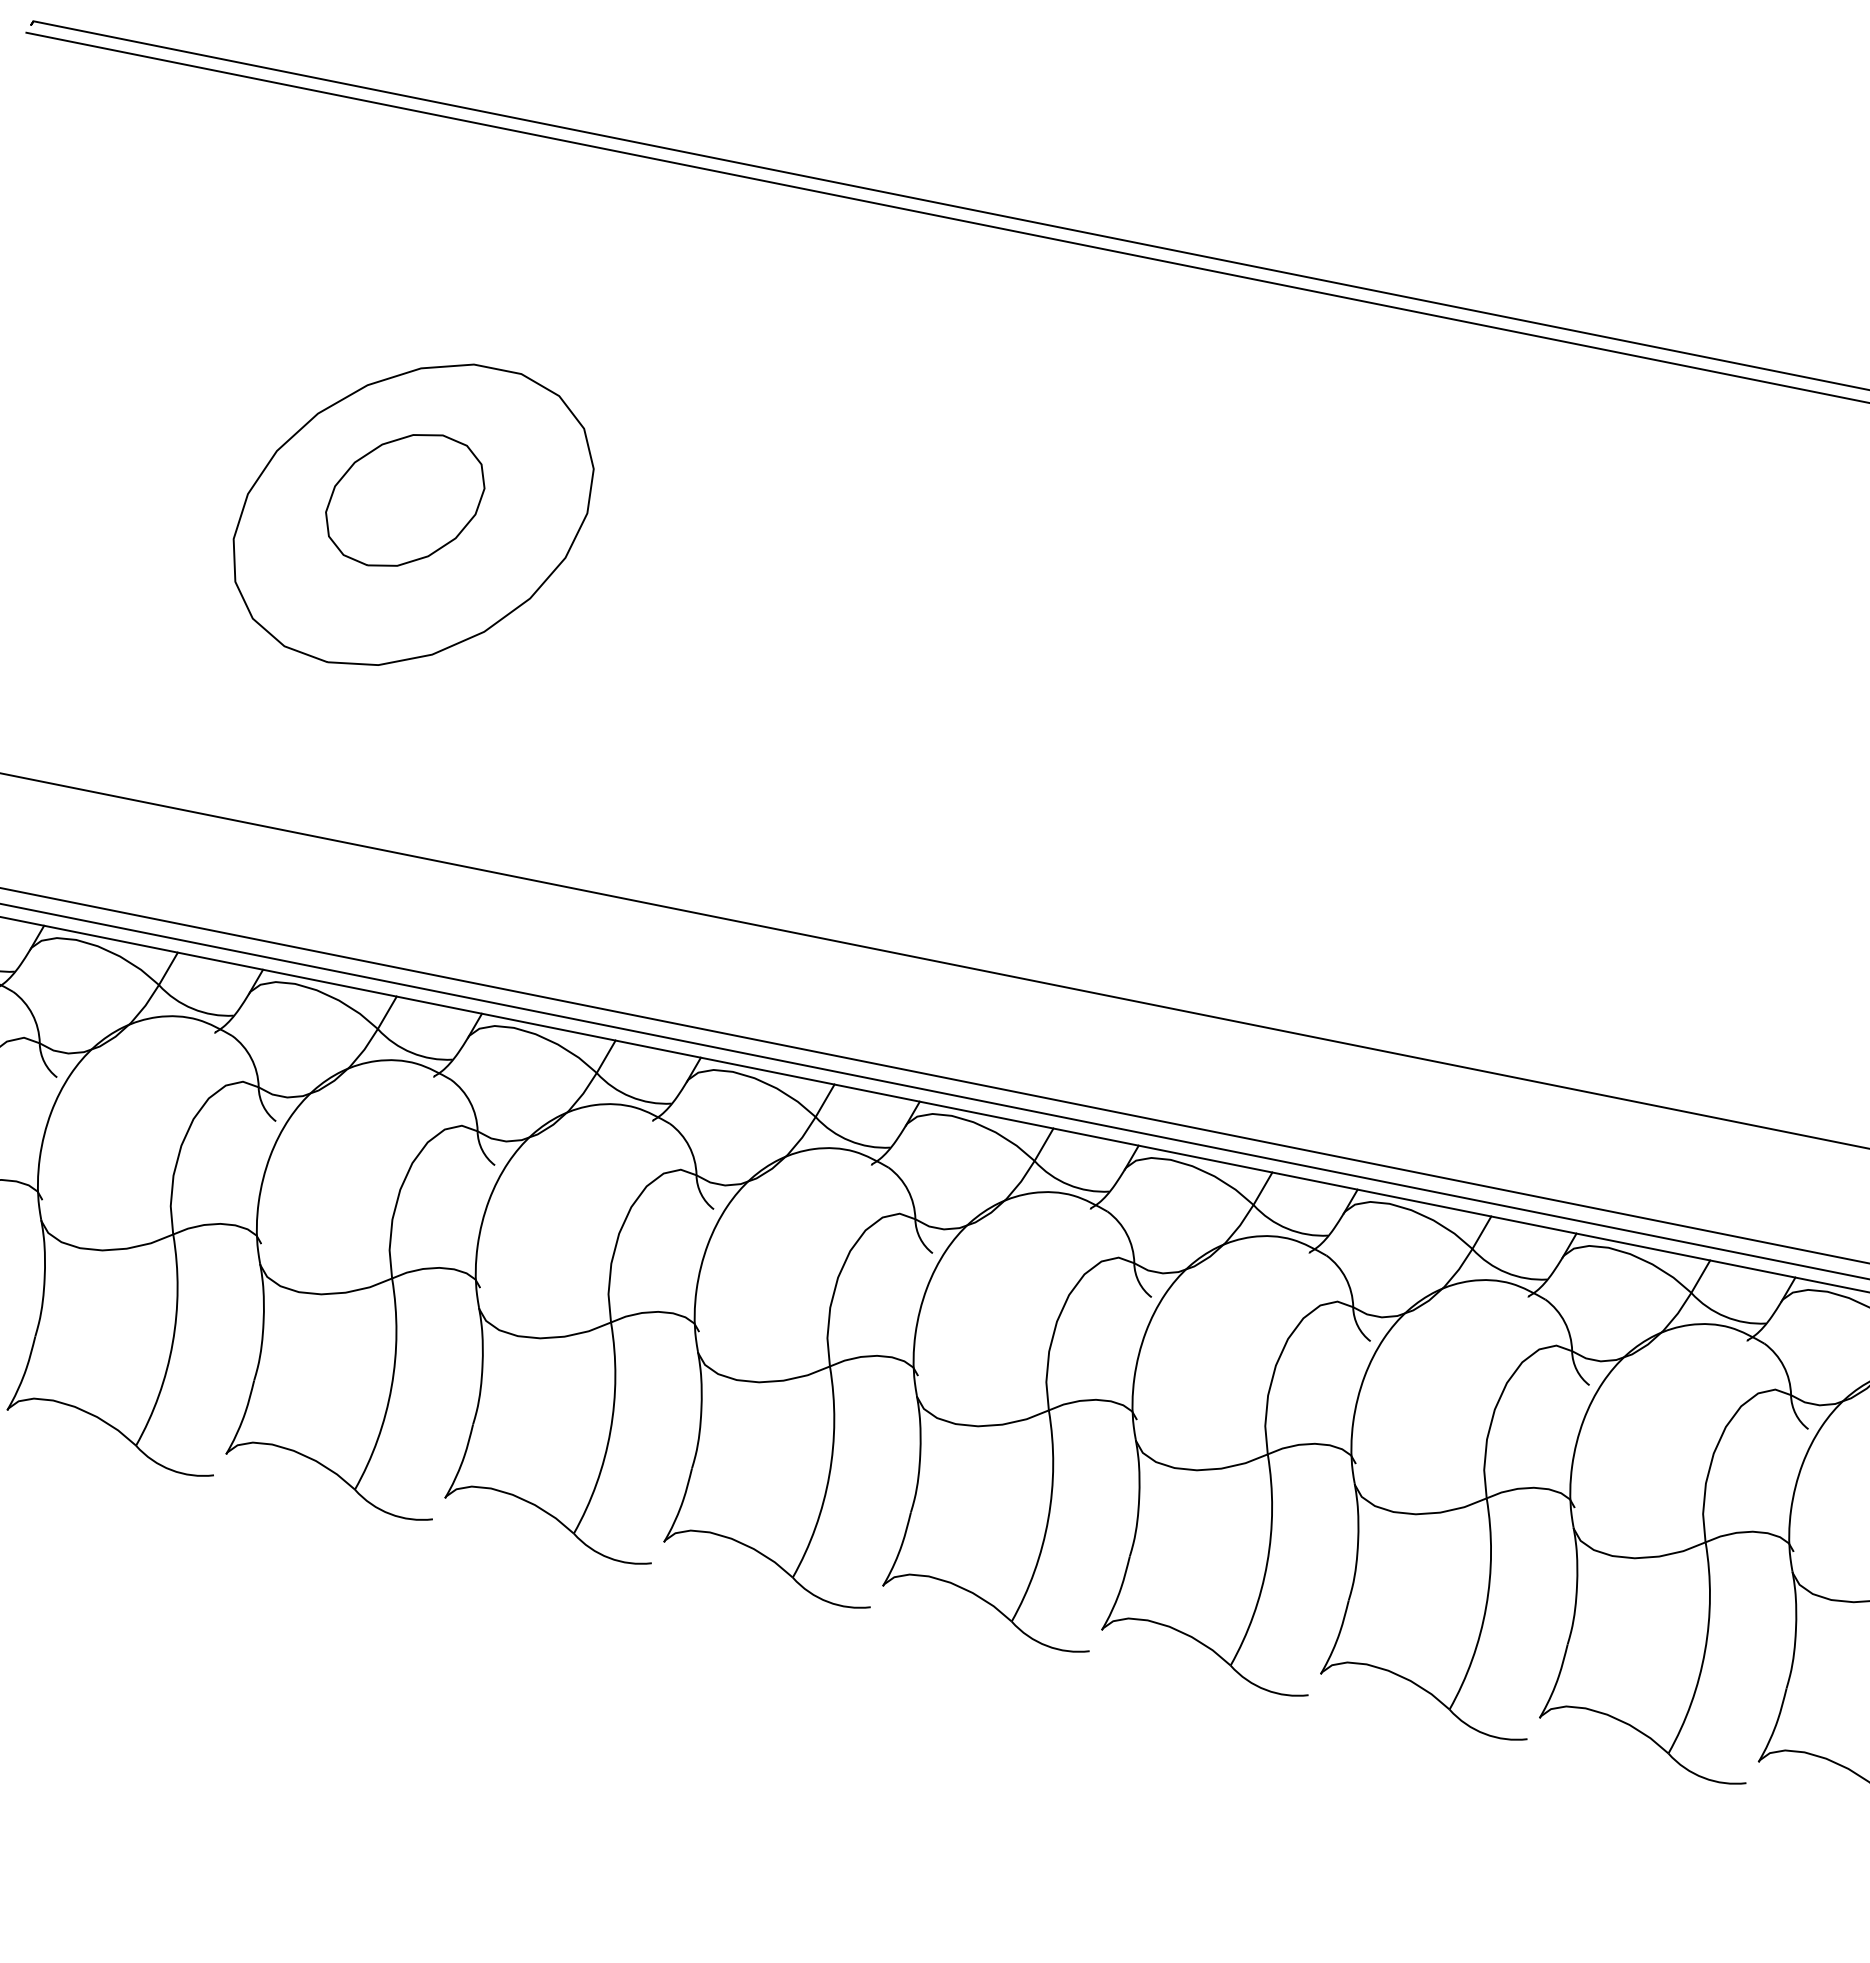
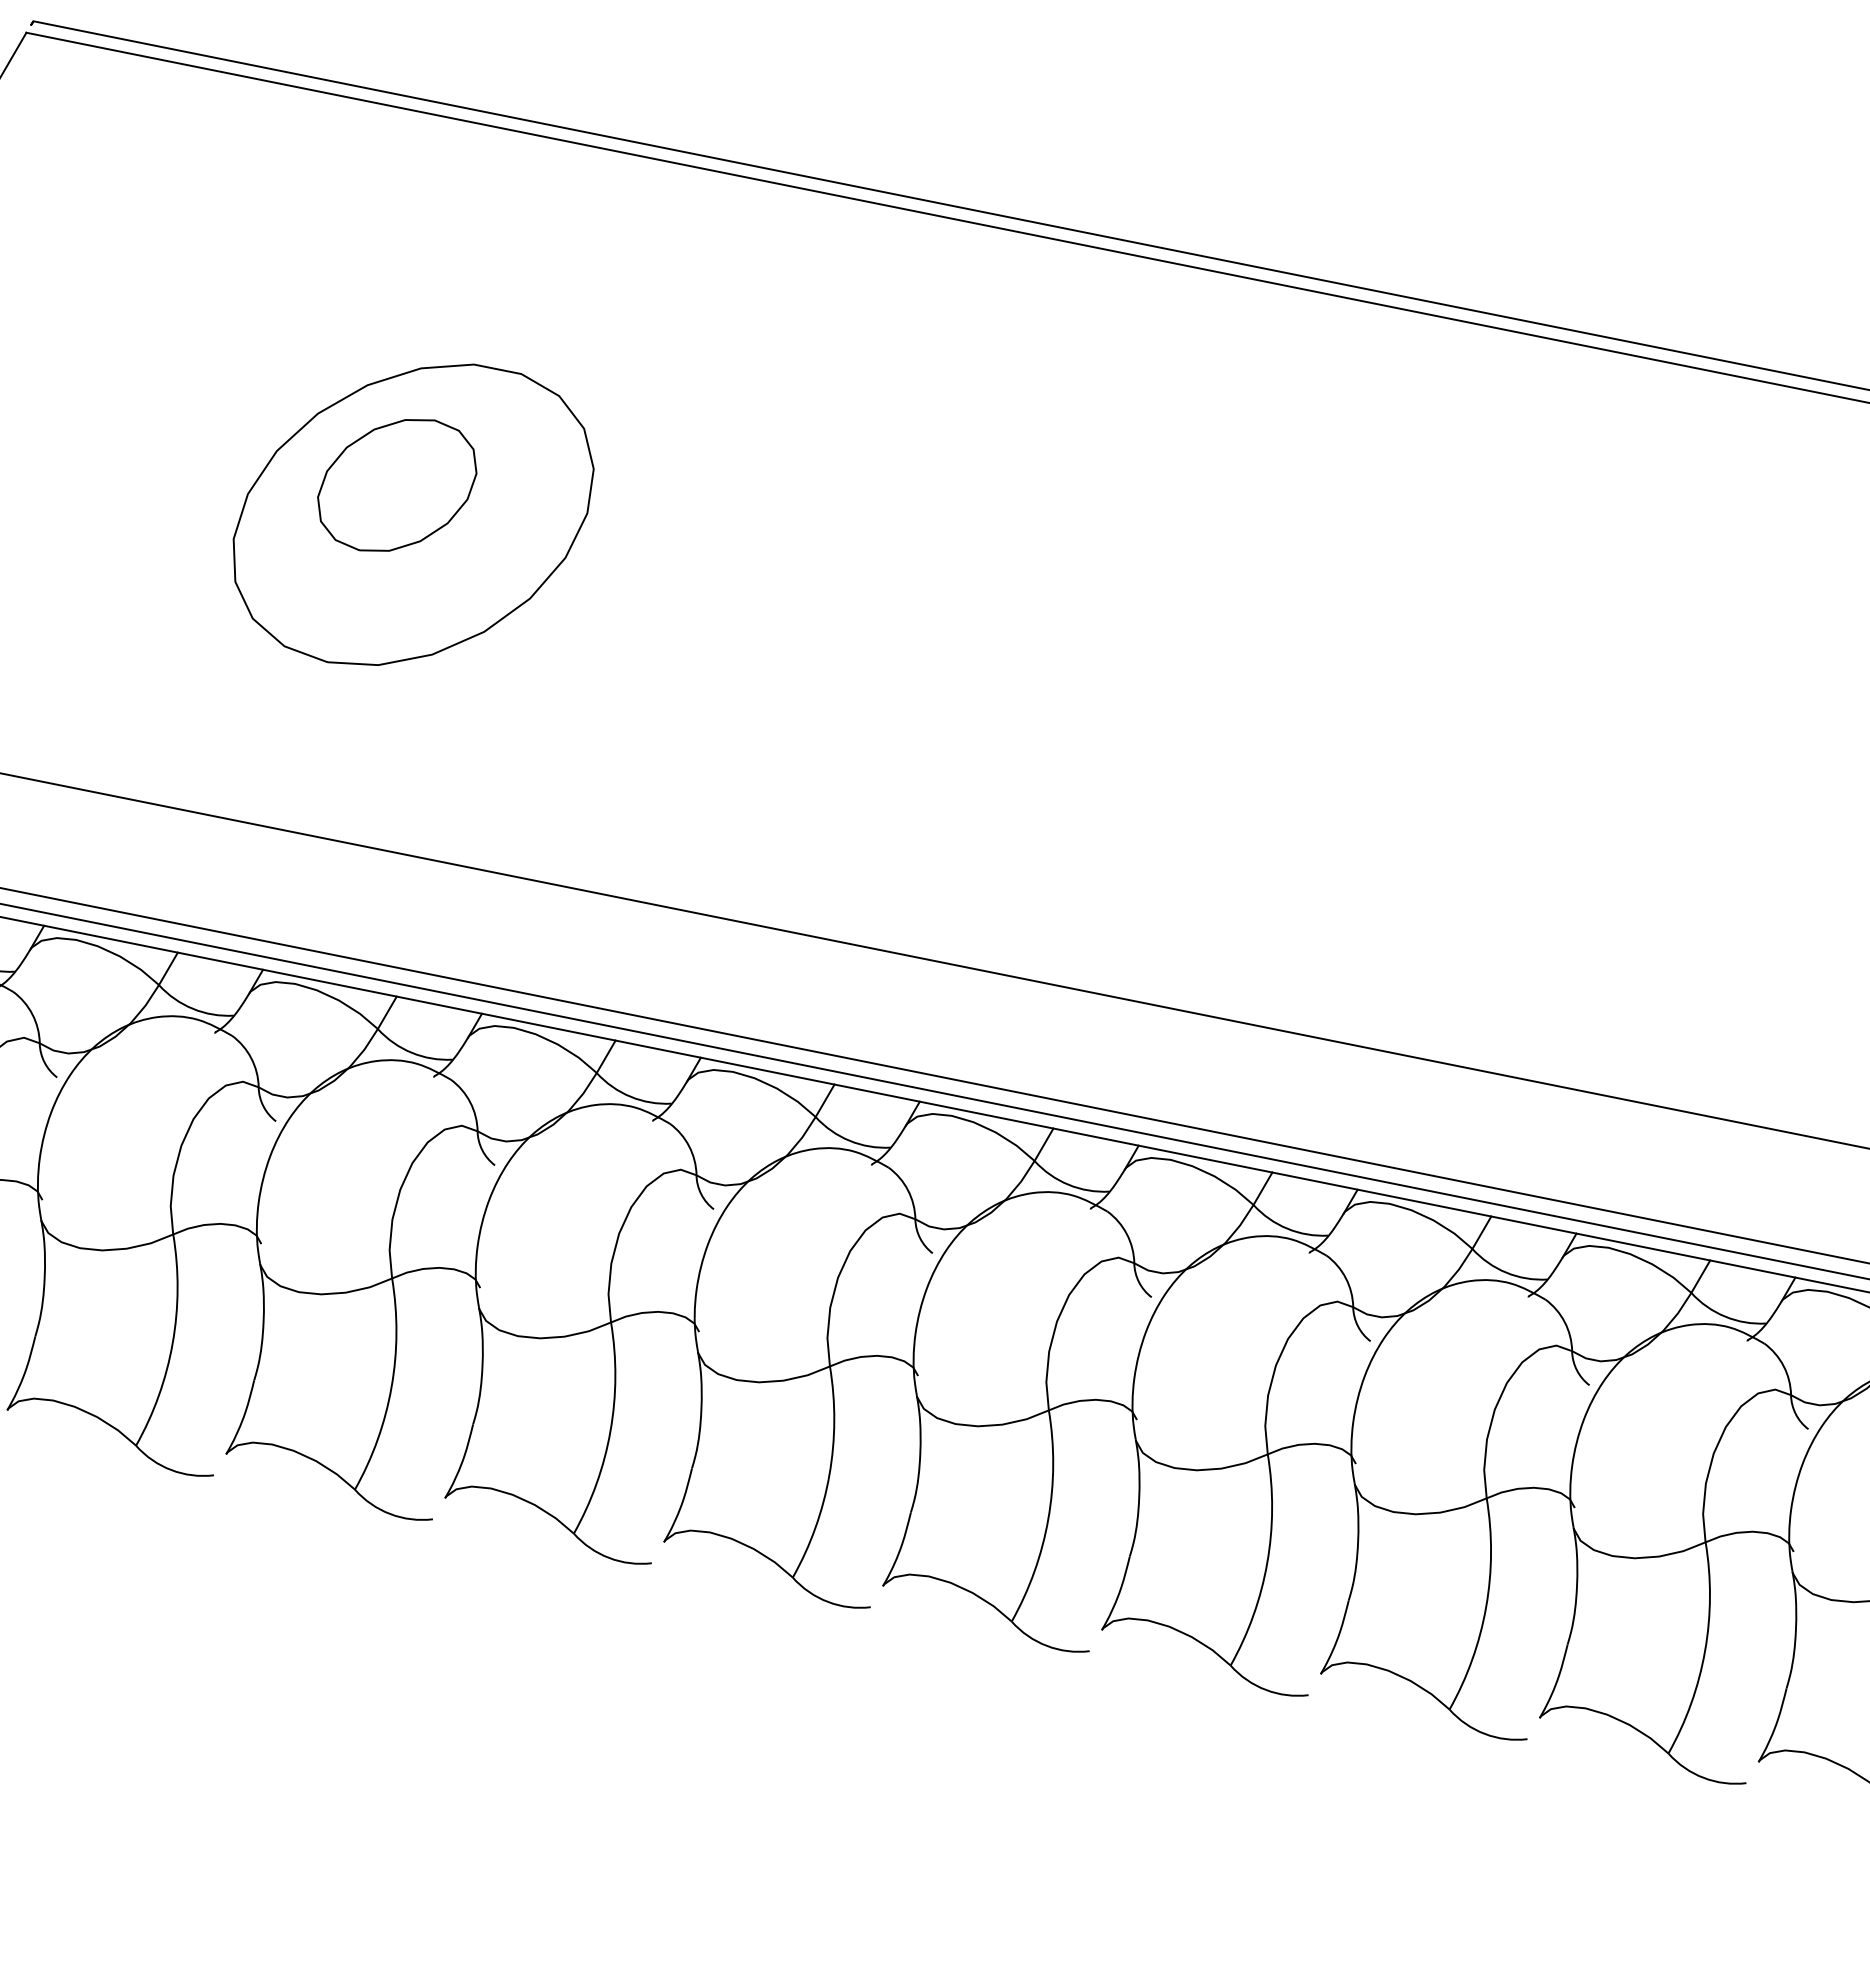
line at (14, 53): none -> present
part at (405, 500) position: (405, 500) -> (397, 485)
